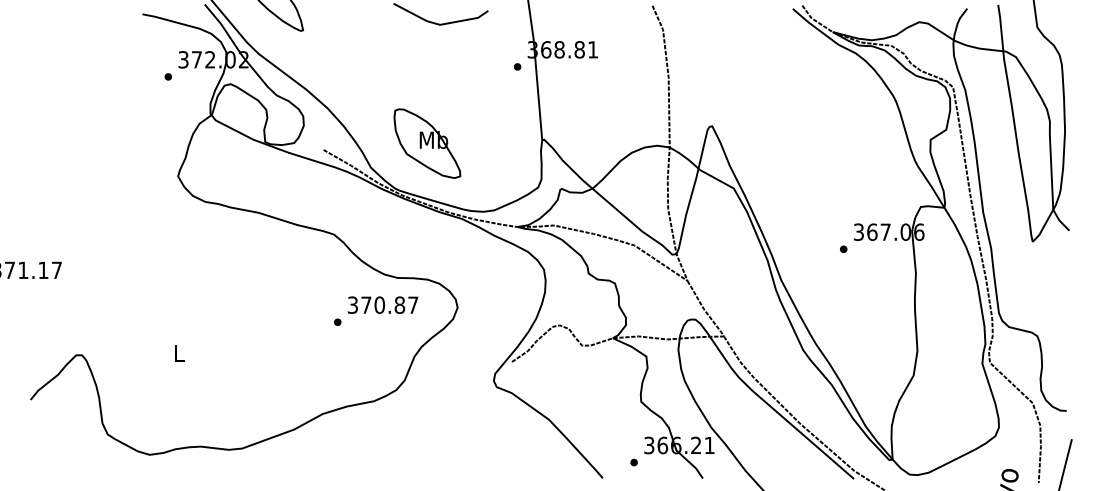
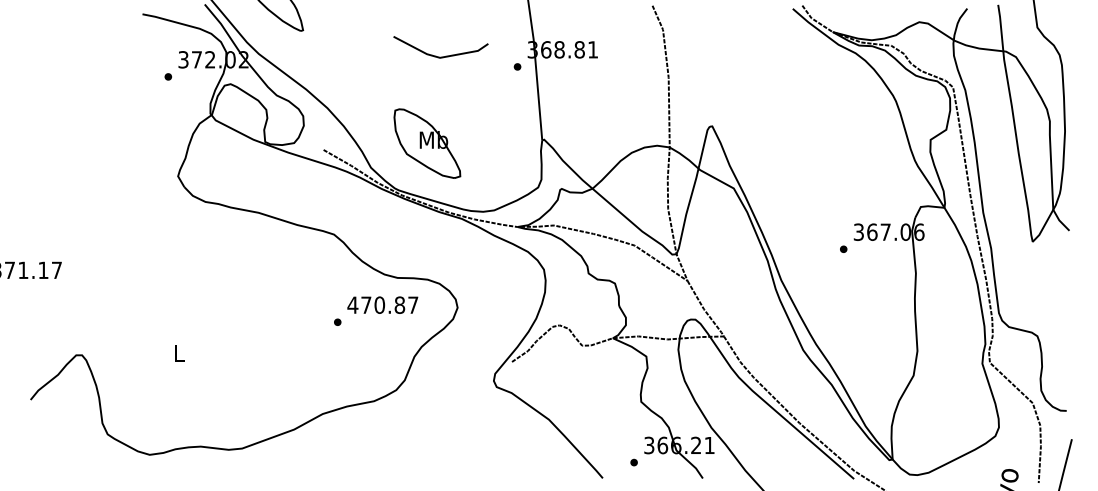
line at (436, 22) position: (436, 22) -> (436, 55)
text at (352, 304): 370.87 -> 470.87
